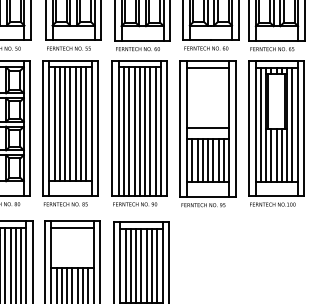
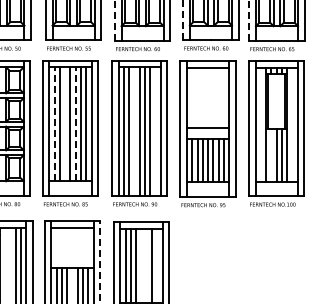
line at (114, 19): solid -> dashed
line at (249, 19): solid -> dashed
line at (183, 20): solid -> dashed
line at (54, 123): solid -> dashed
line at (75, 123): solid -> dashed
line at (65, 124): present -> none
line at (260, 124): present -> none
line at (292, 124): present -> none
line at (134, 131): present -> none
line at (155, 131): present -> none
line at (271, 154): present -> none
line at (100, 261): solid -> dashed
line at (5, 263): present -> none
line at (10, 263): present -> none
line at (141, 264): present -> none
line at (146, 264): present -> none
line at (157, 264): present -> none
line at (72, 283): present -> none
